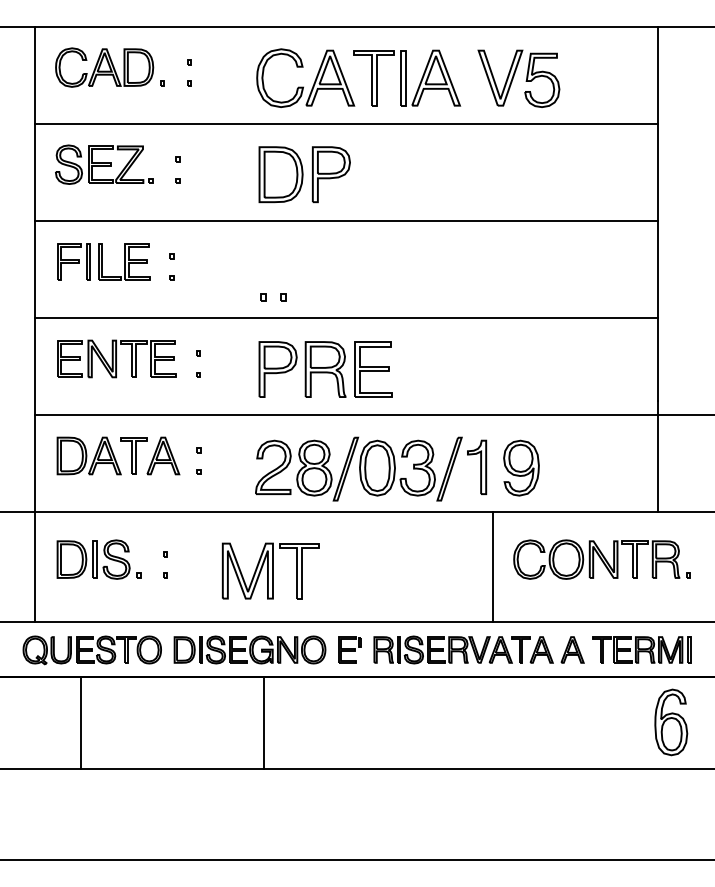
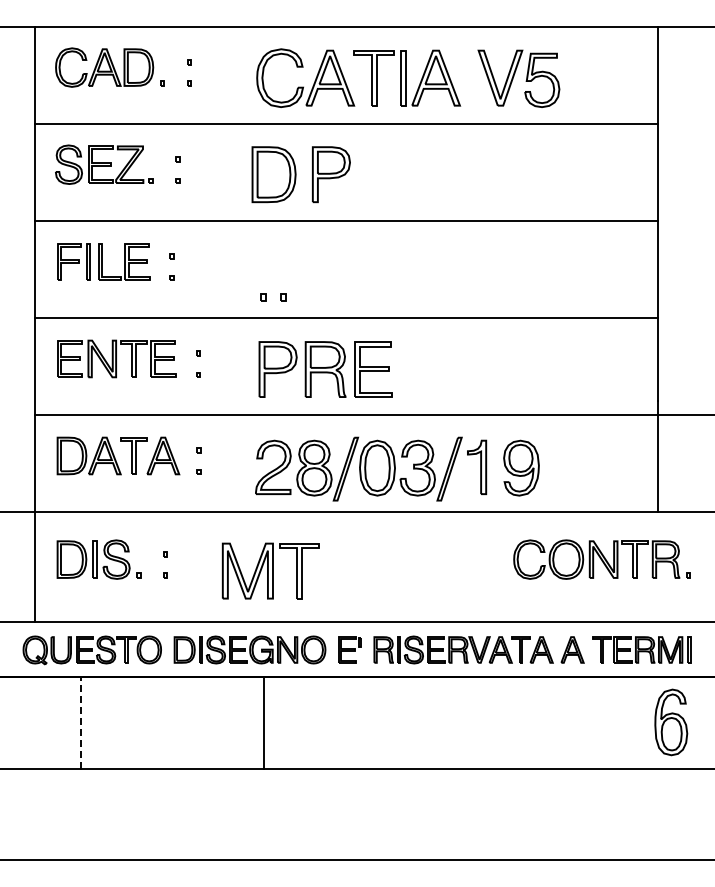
part at (280, 174) position: (280, 174) -> (273, 174)
line at (493, 567): present -> none
line at (81, 722): solid -> dashed
